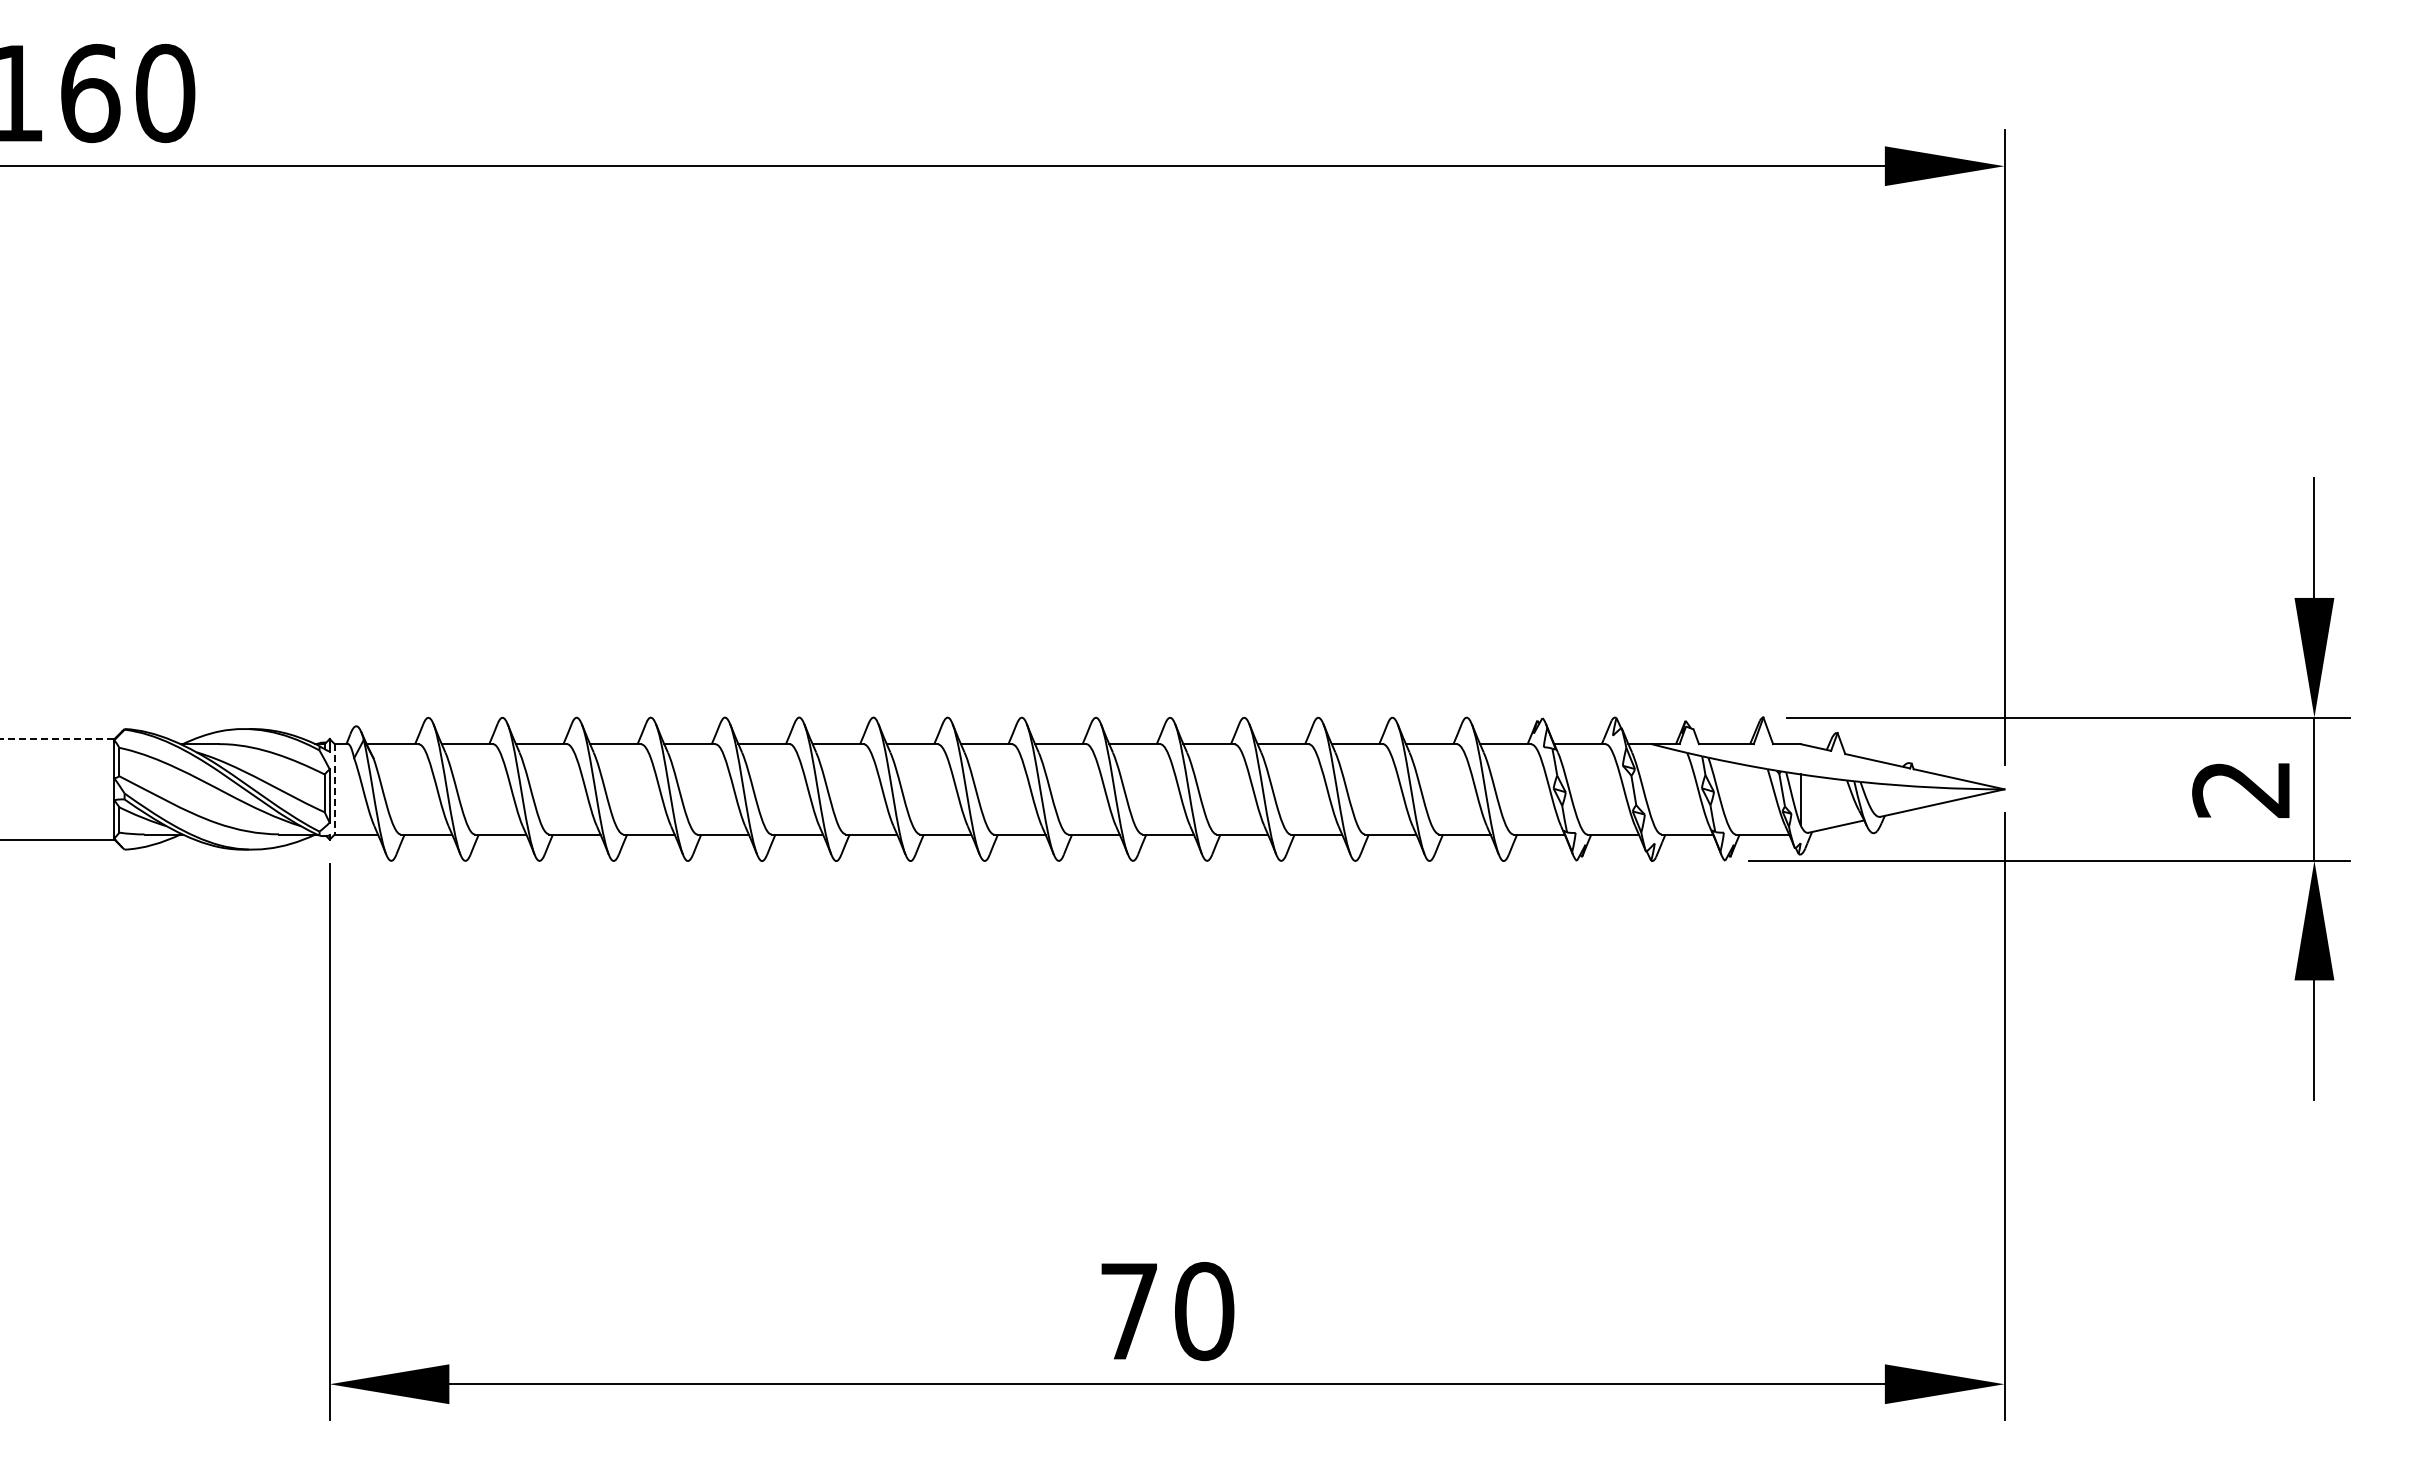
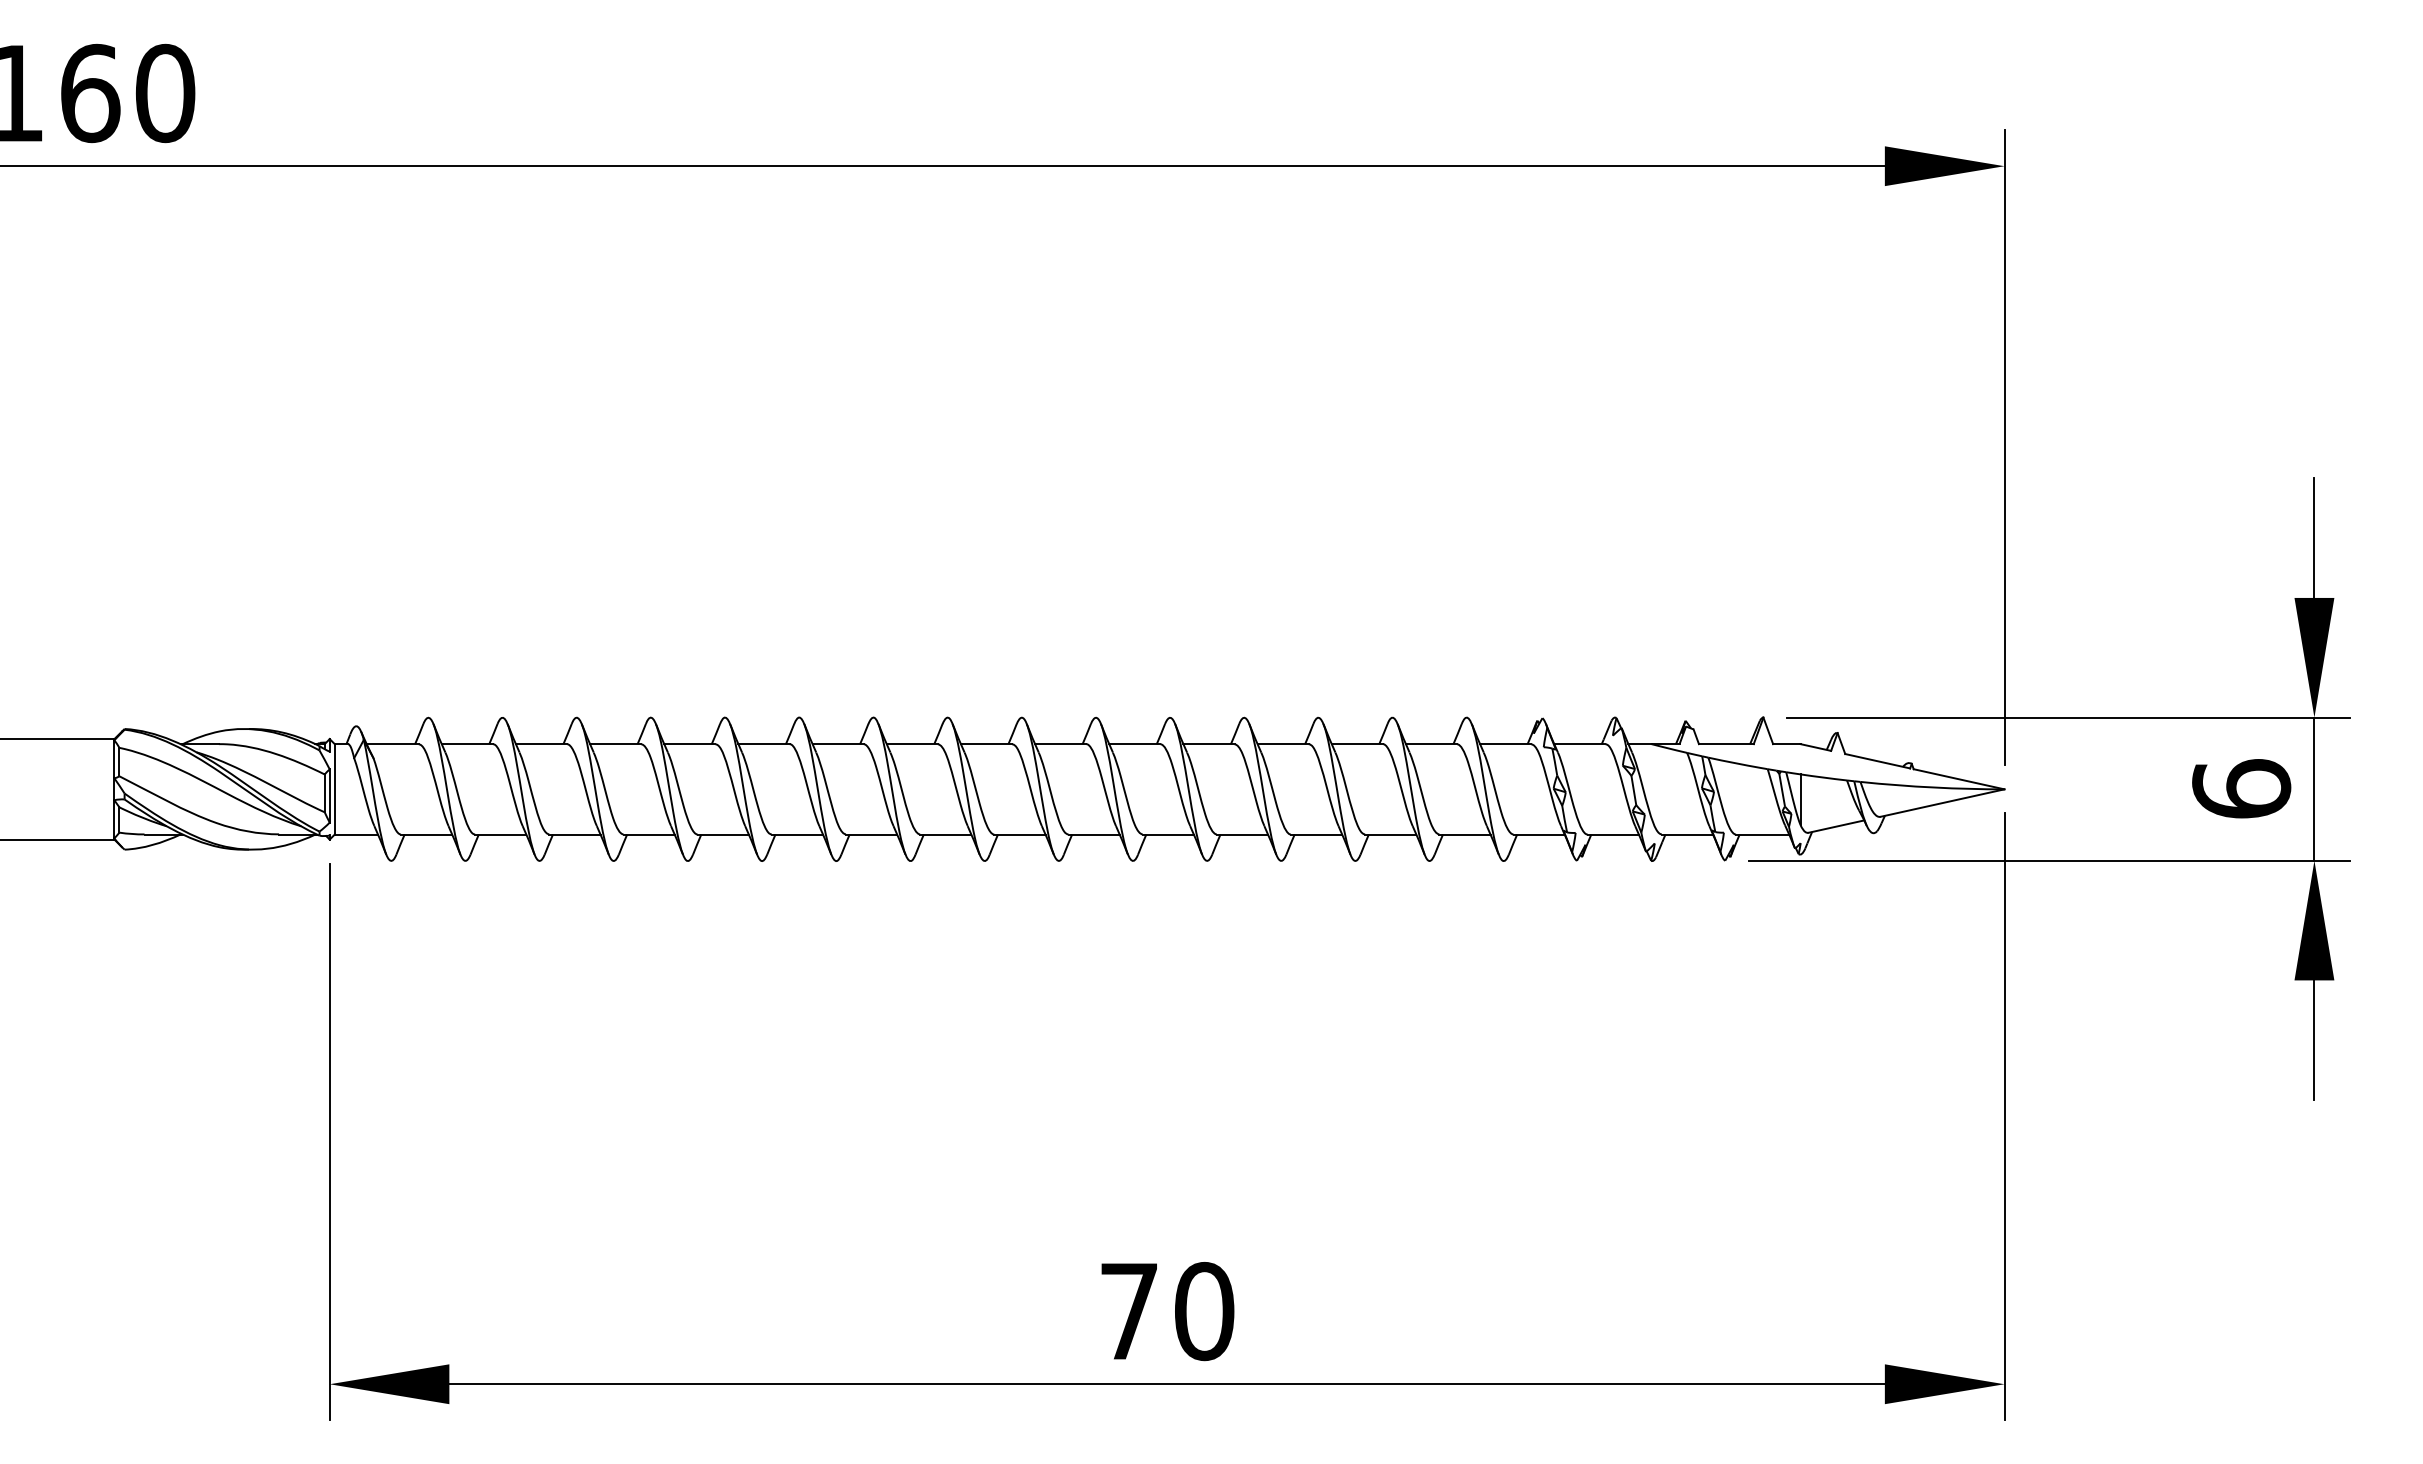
line at (57, 739): dashed -> solid
text at (2241, 788): 2 -> 6
line at (334, 789): dashed -> solid
